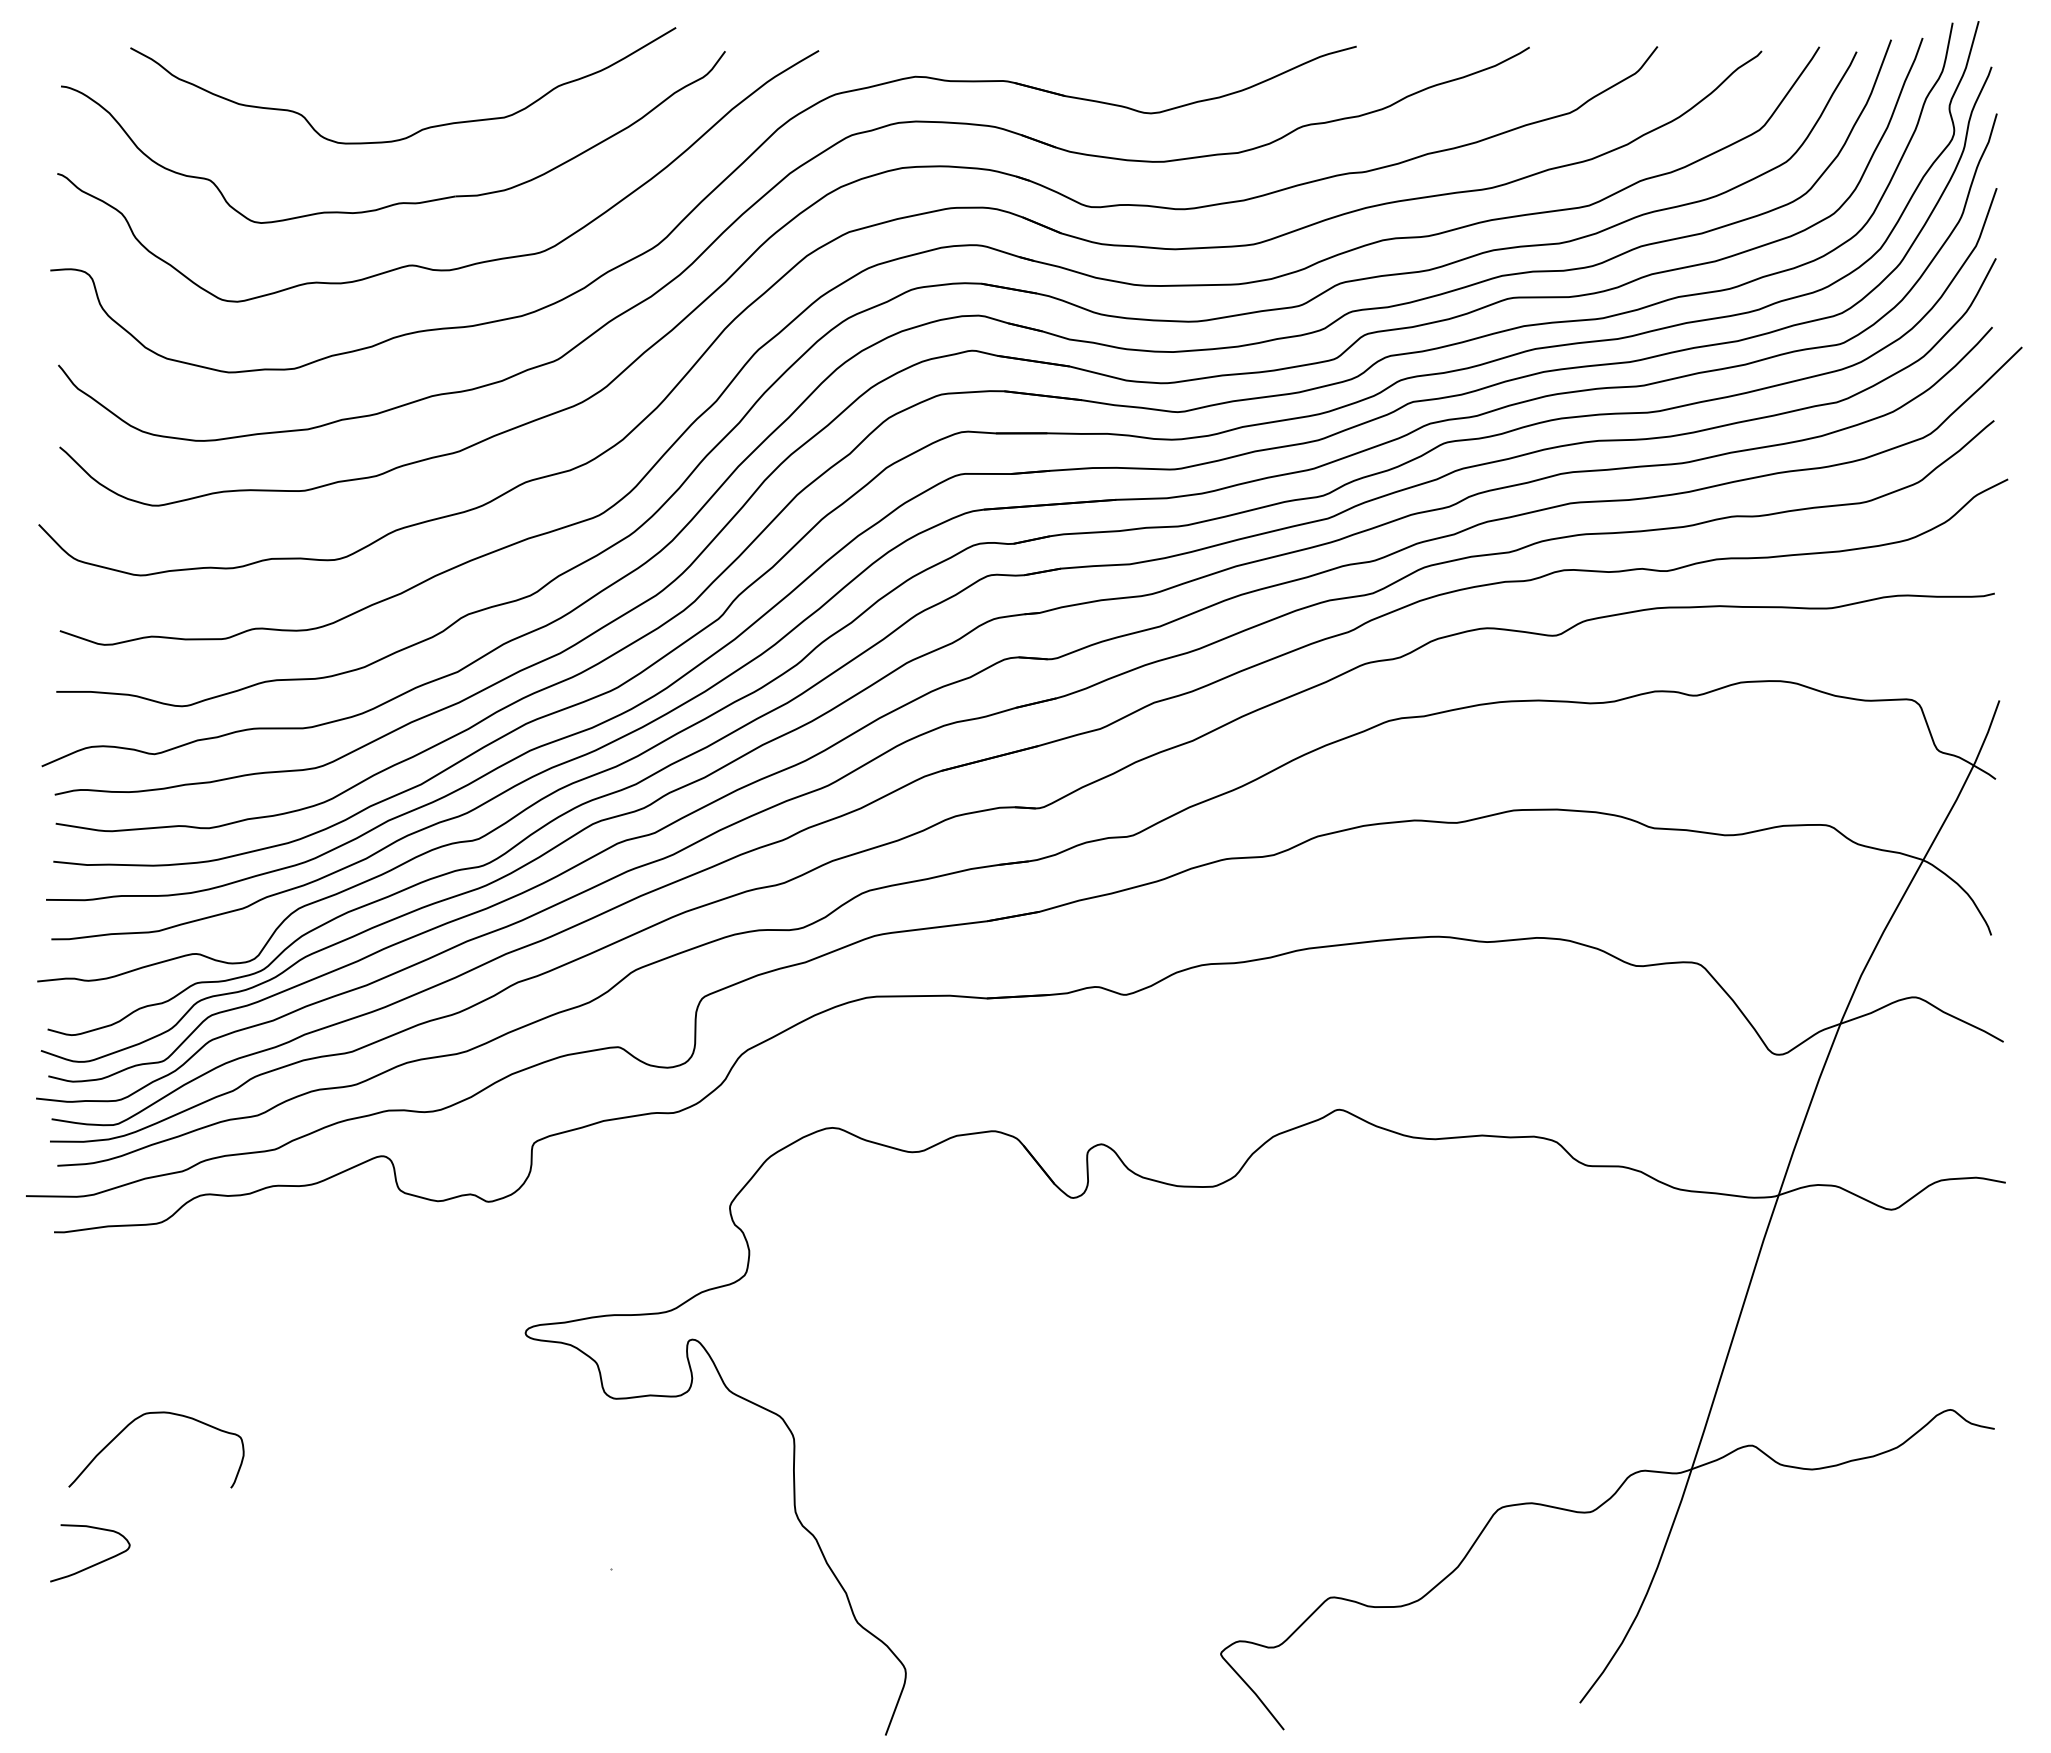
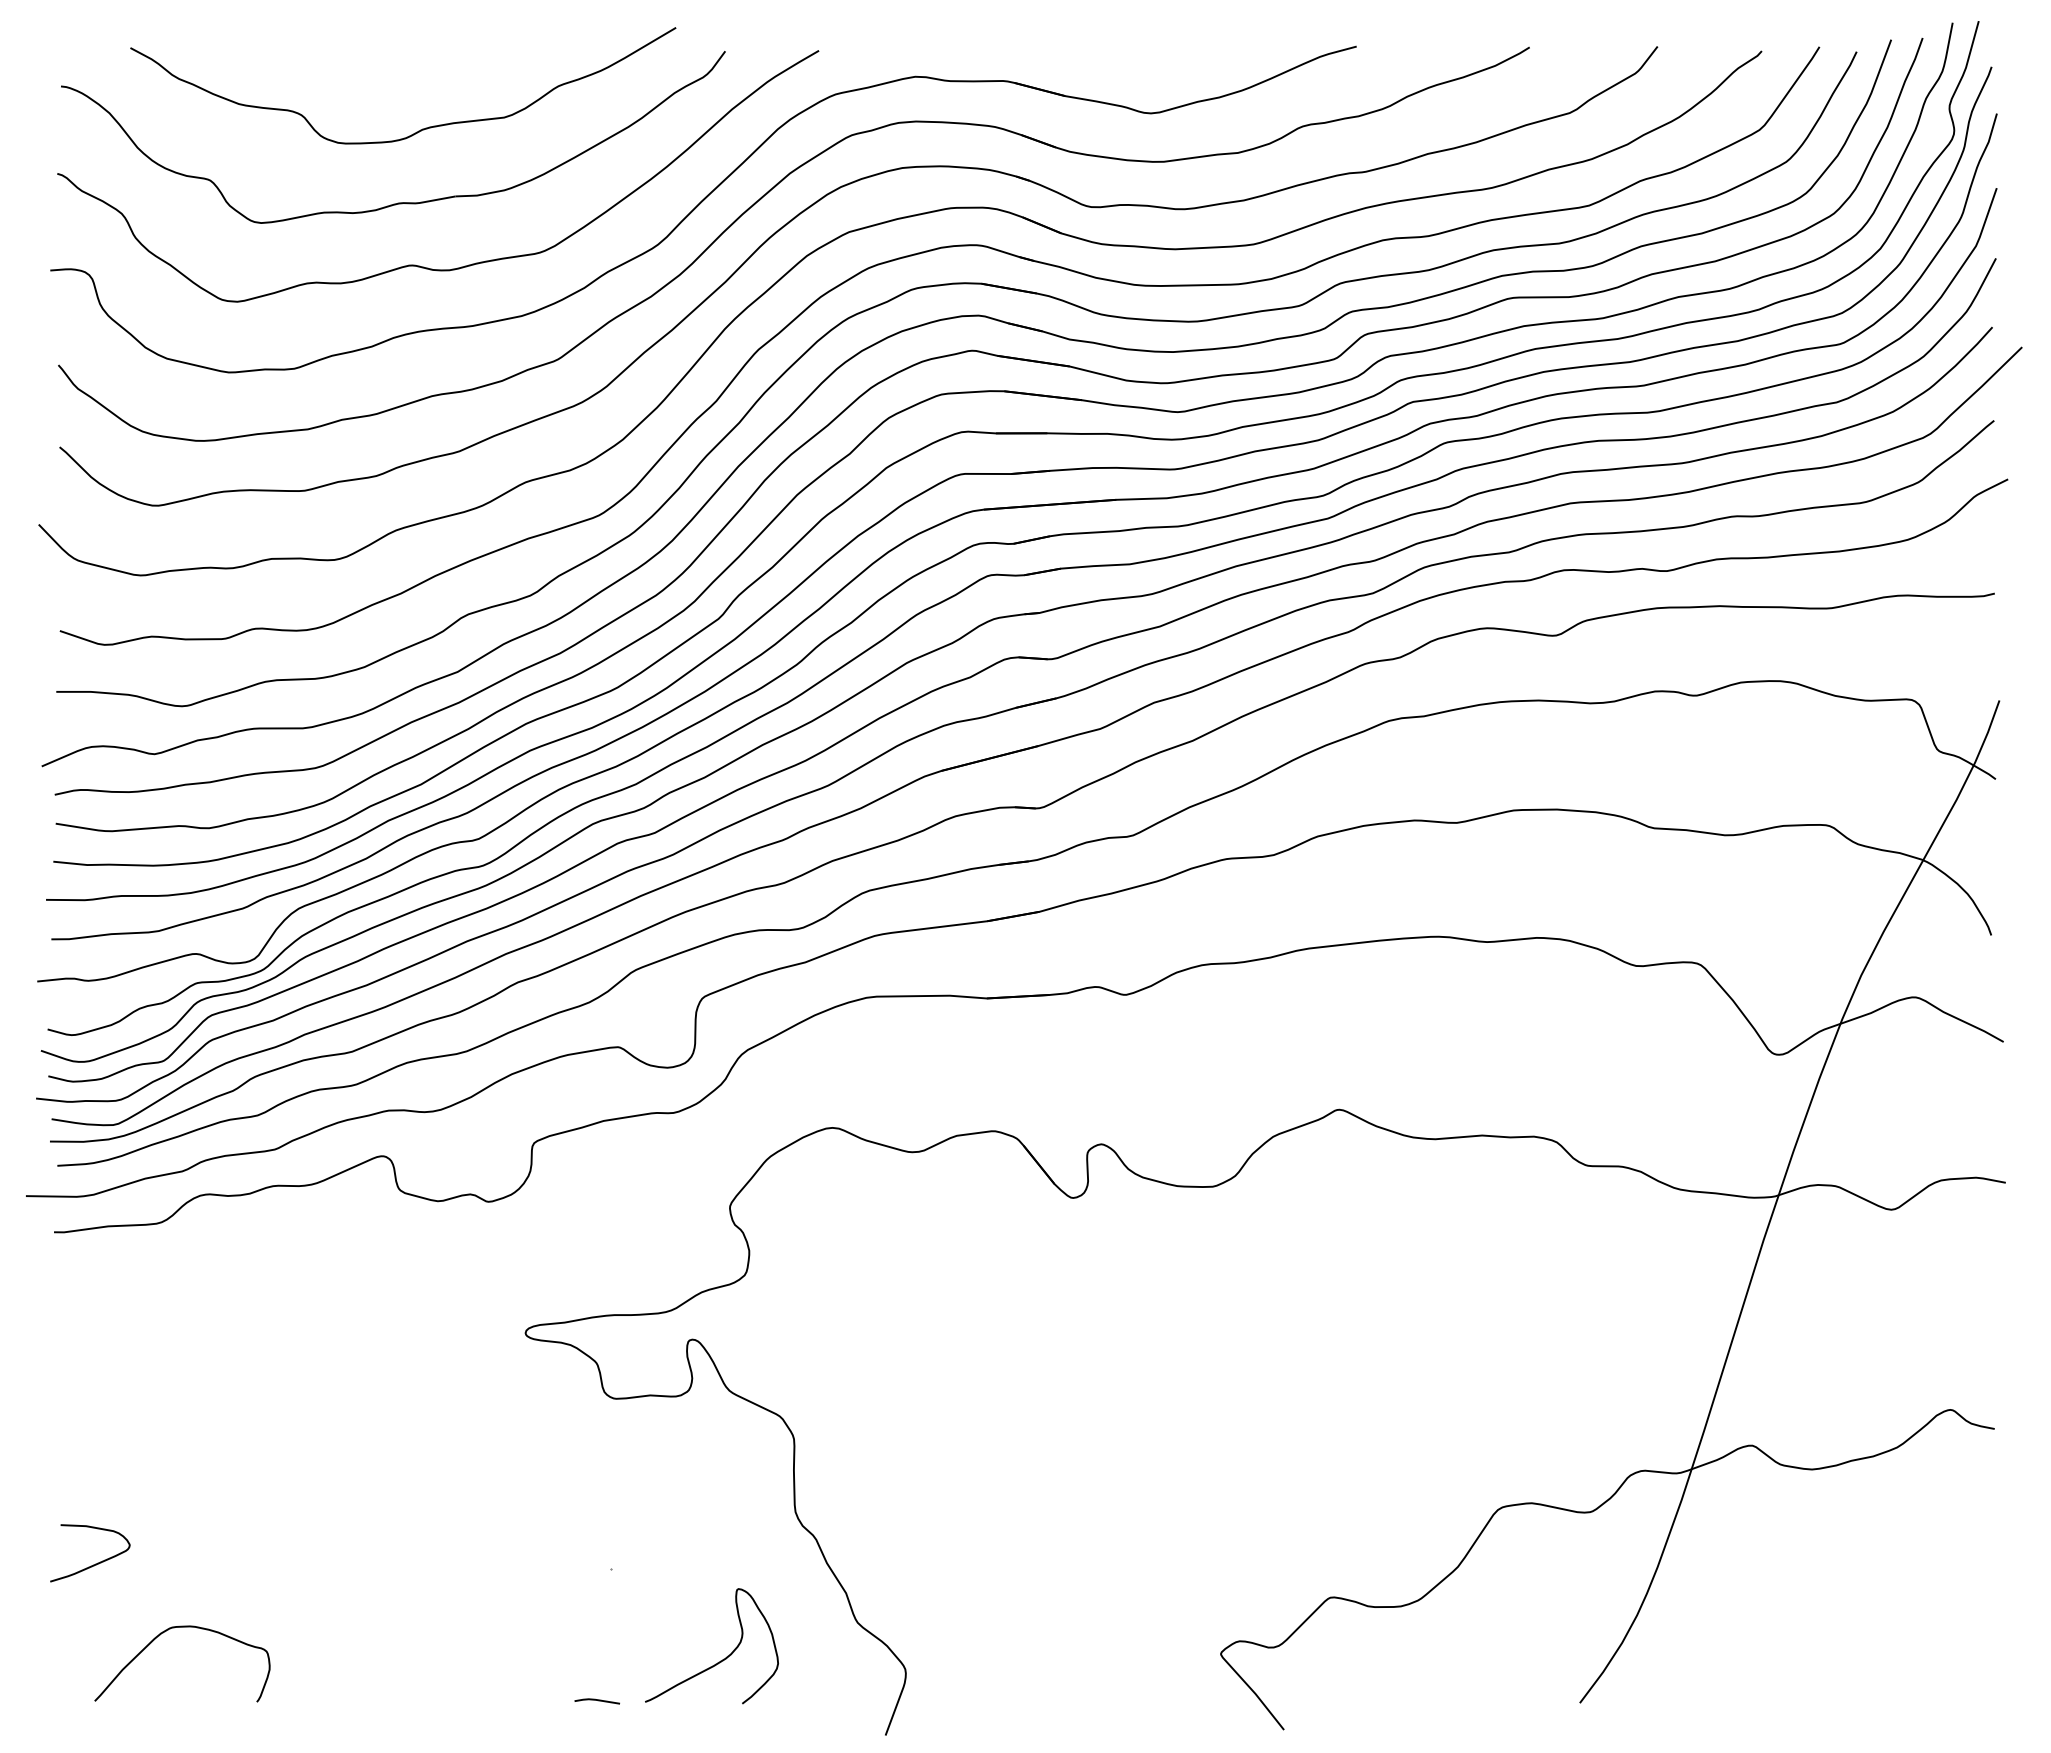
curve at (133, 1422) position: (133, 1422) -> (159, 1636)
curve at (720, 1660): none -> present
line at (596, 1700): none -> present
